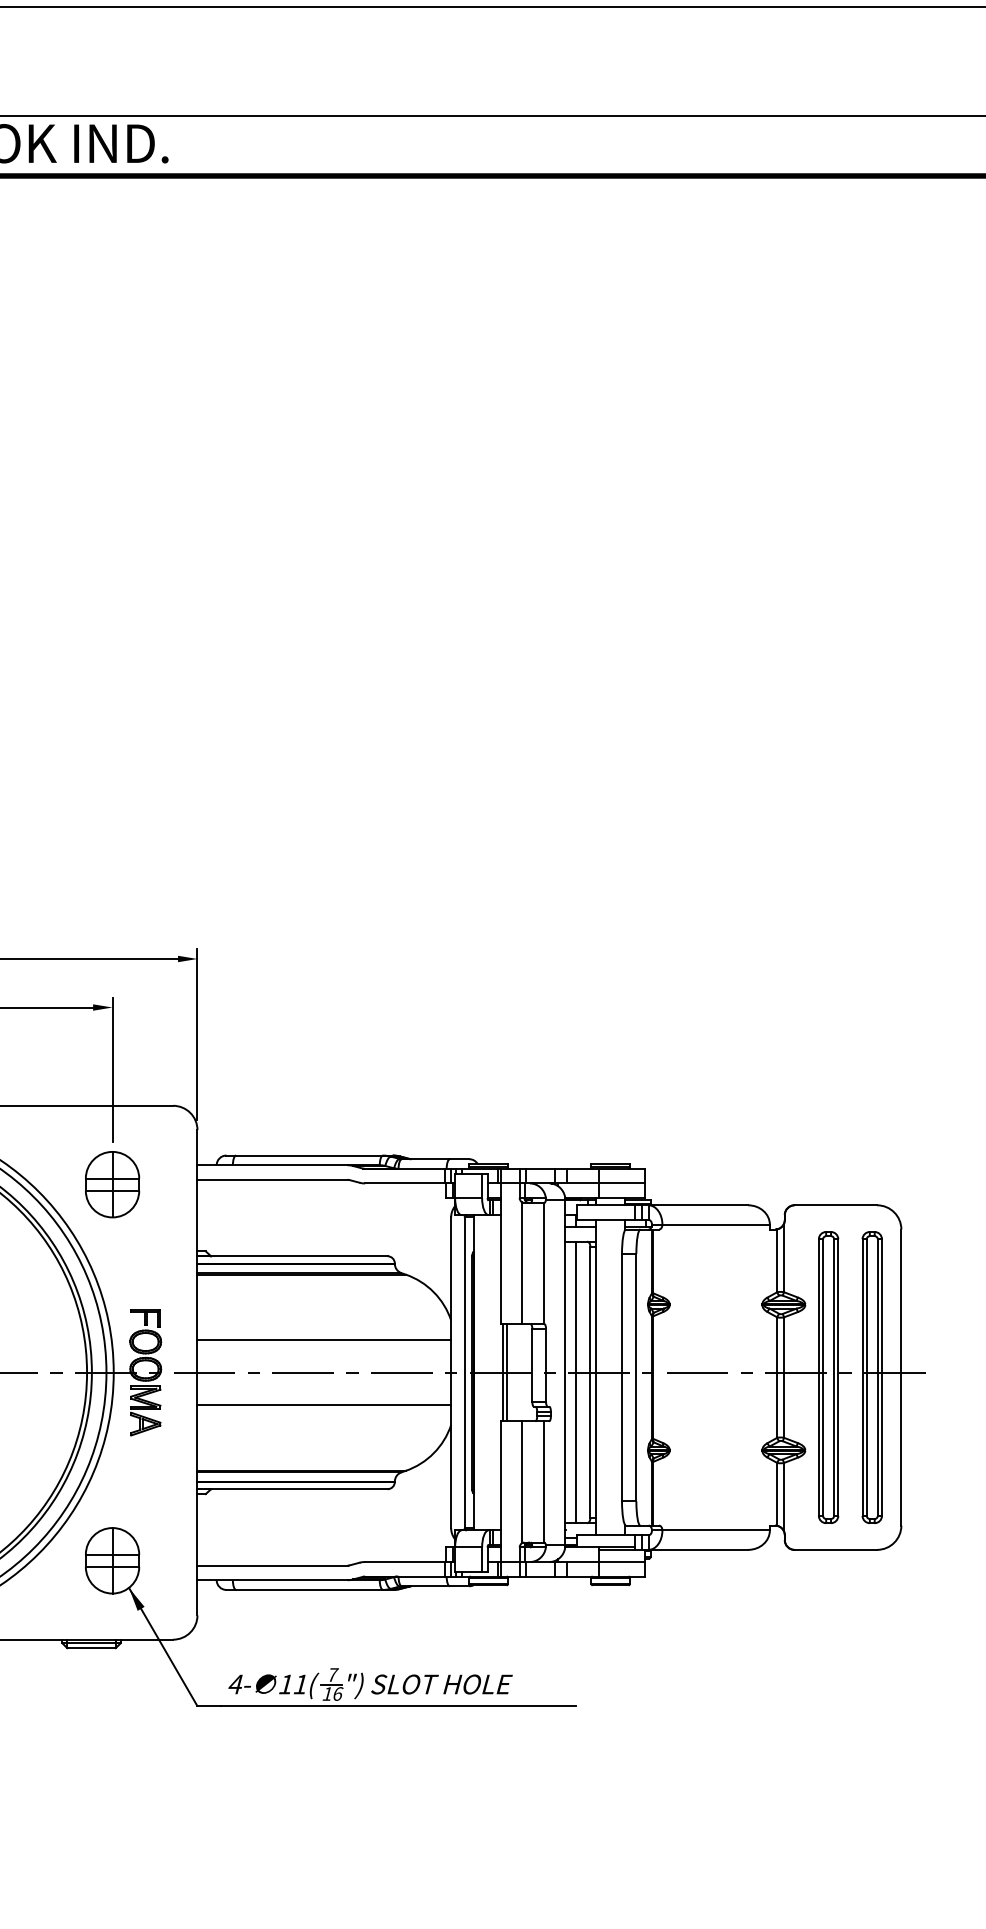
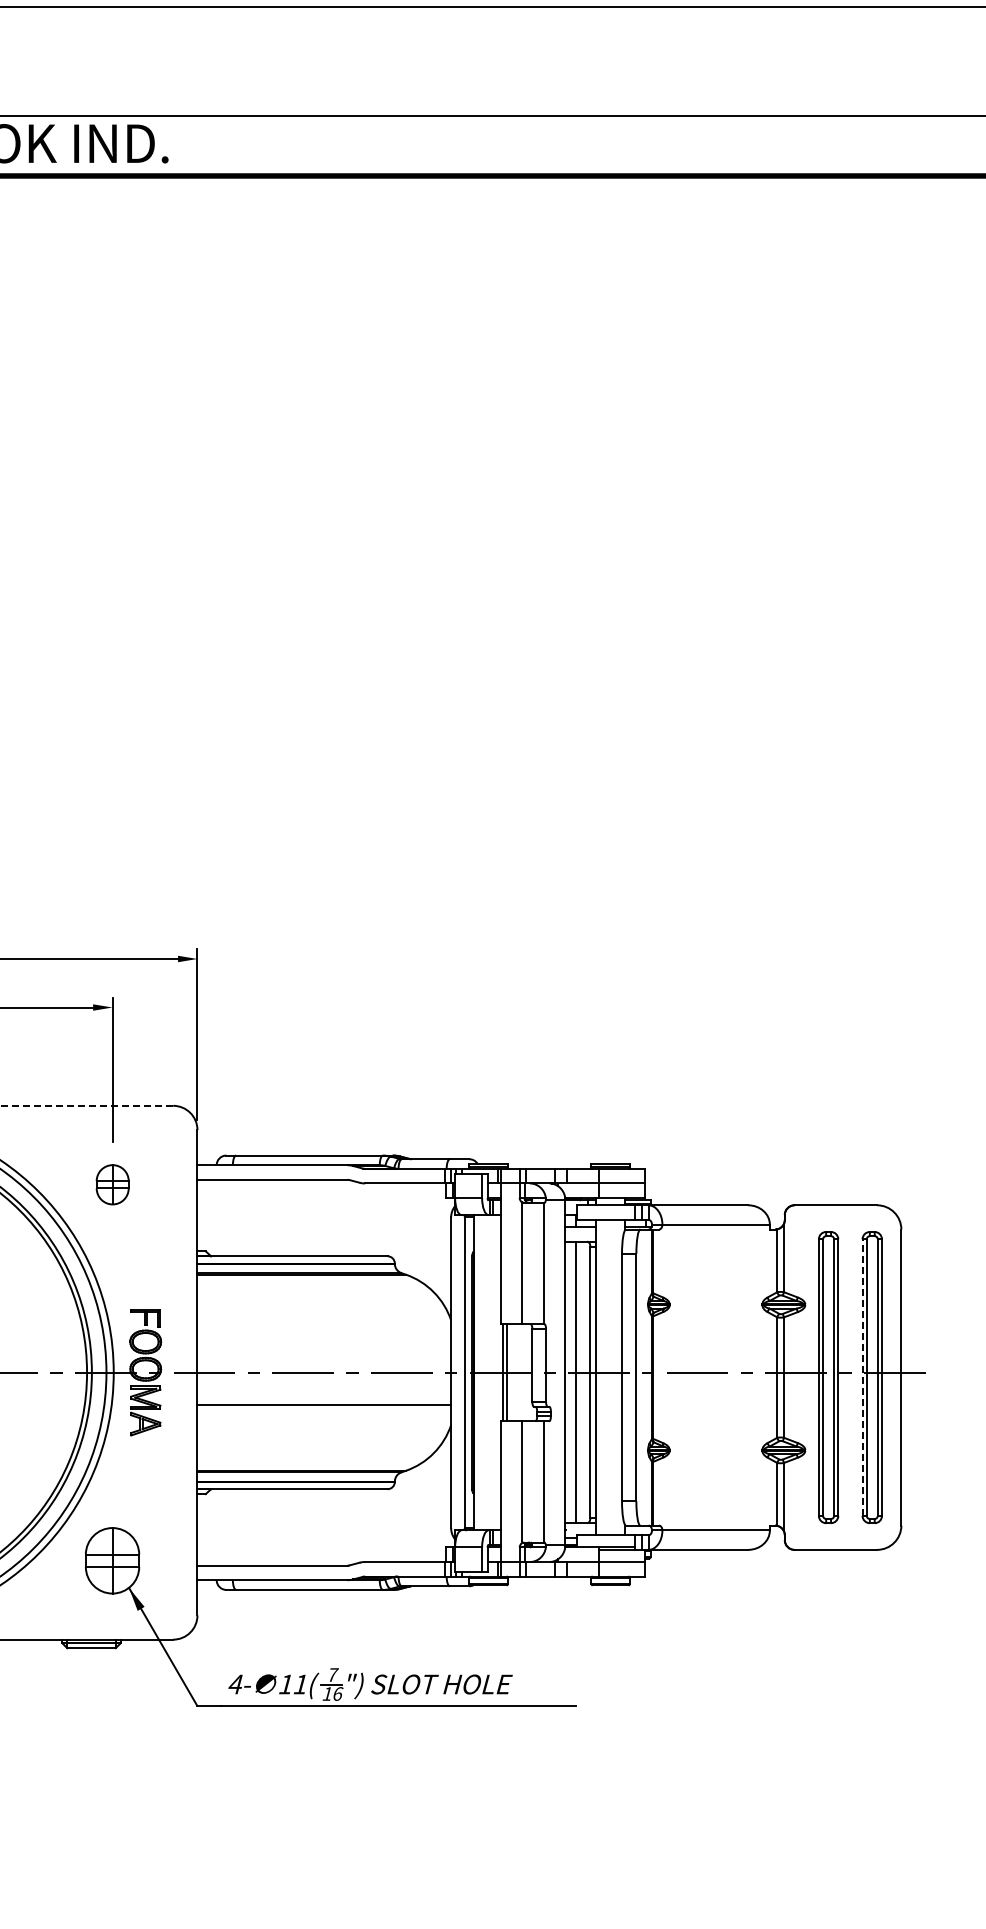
line at (86, 1105): solid -> dashed
part at (112, 1184) size: 56x68 px -> 35x42 px
line at (324, 1340): present -> none
line at (862, 1377): solid -> dashed
